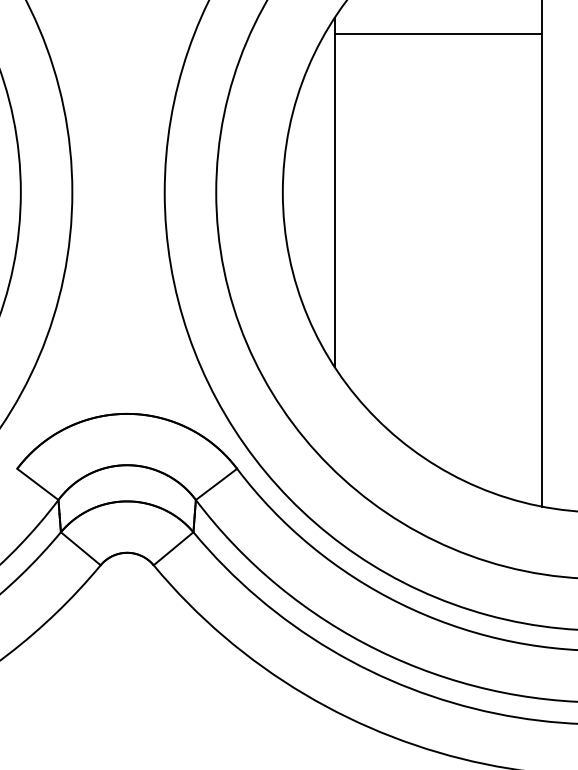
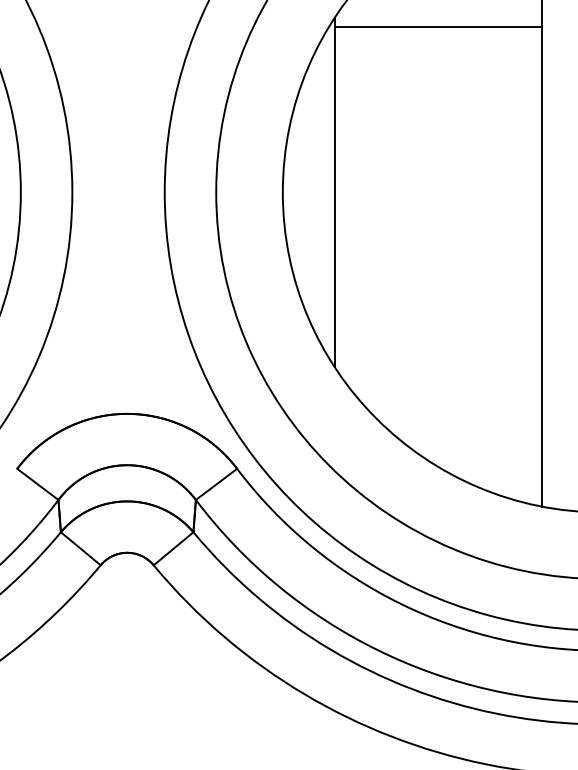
line at (438, 34) position: (438, 34) -> (438, 27)
